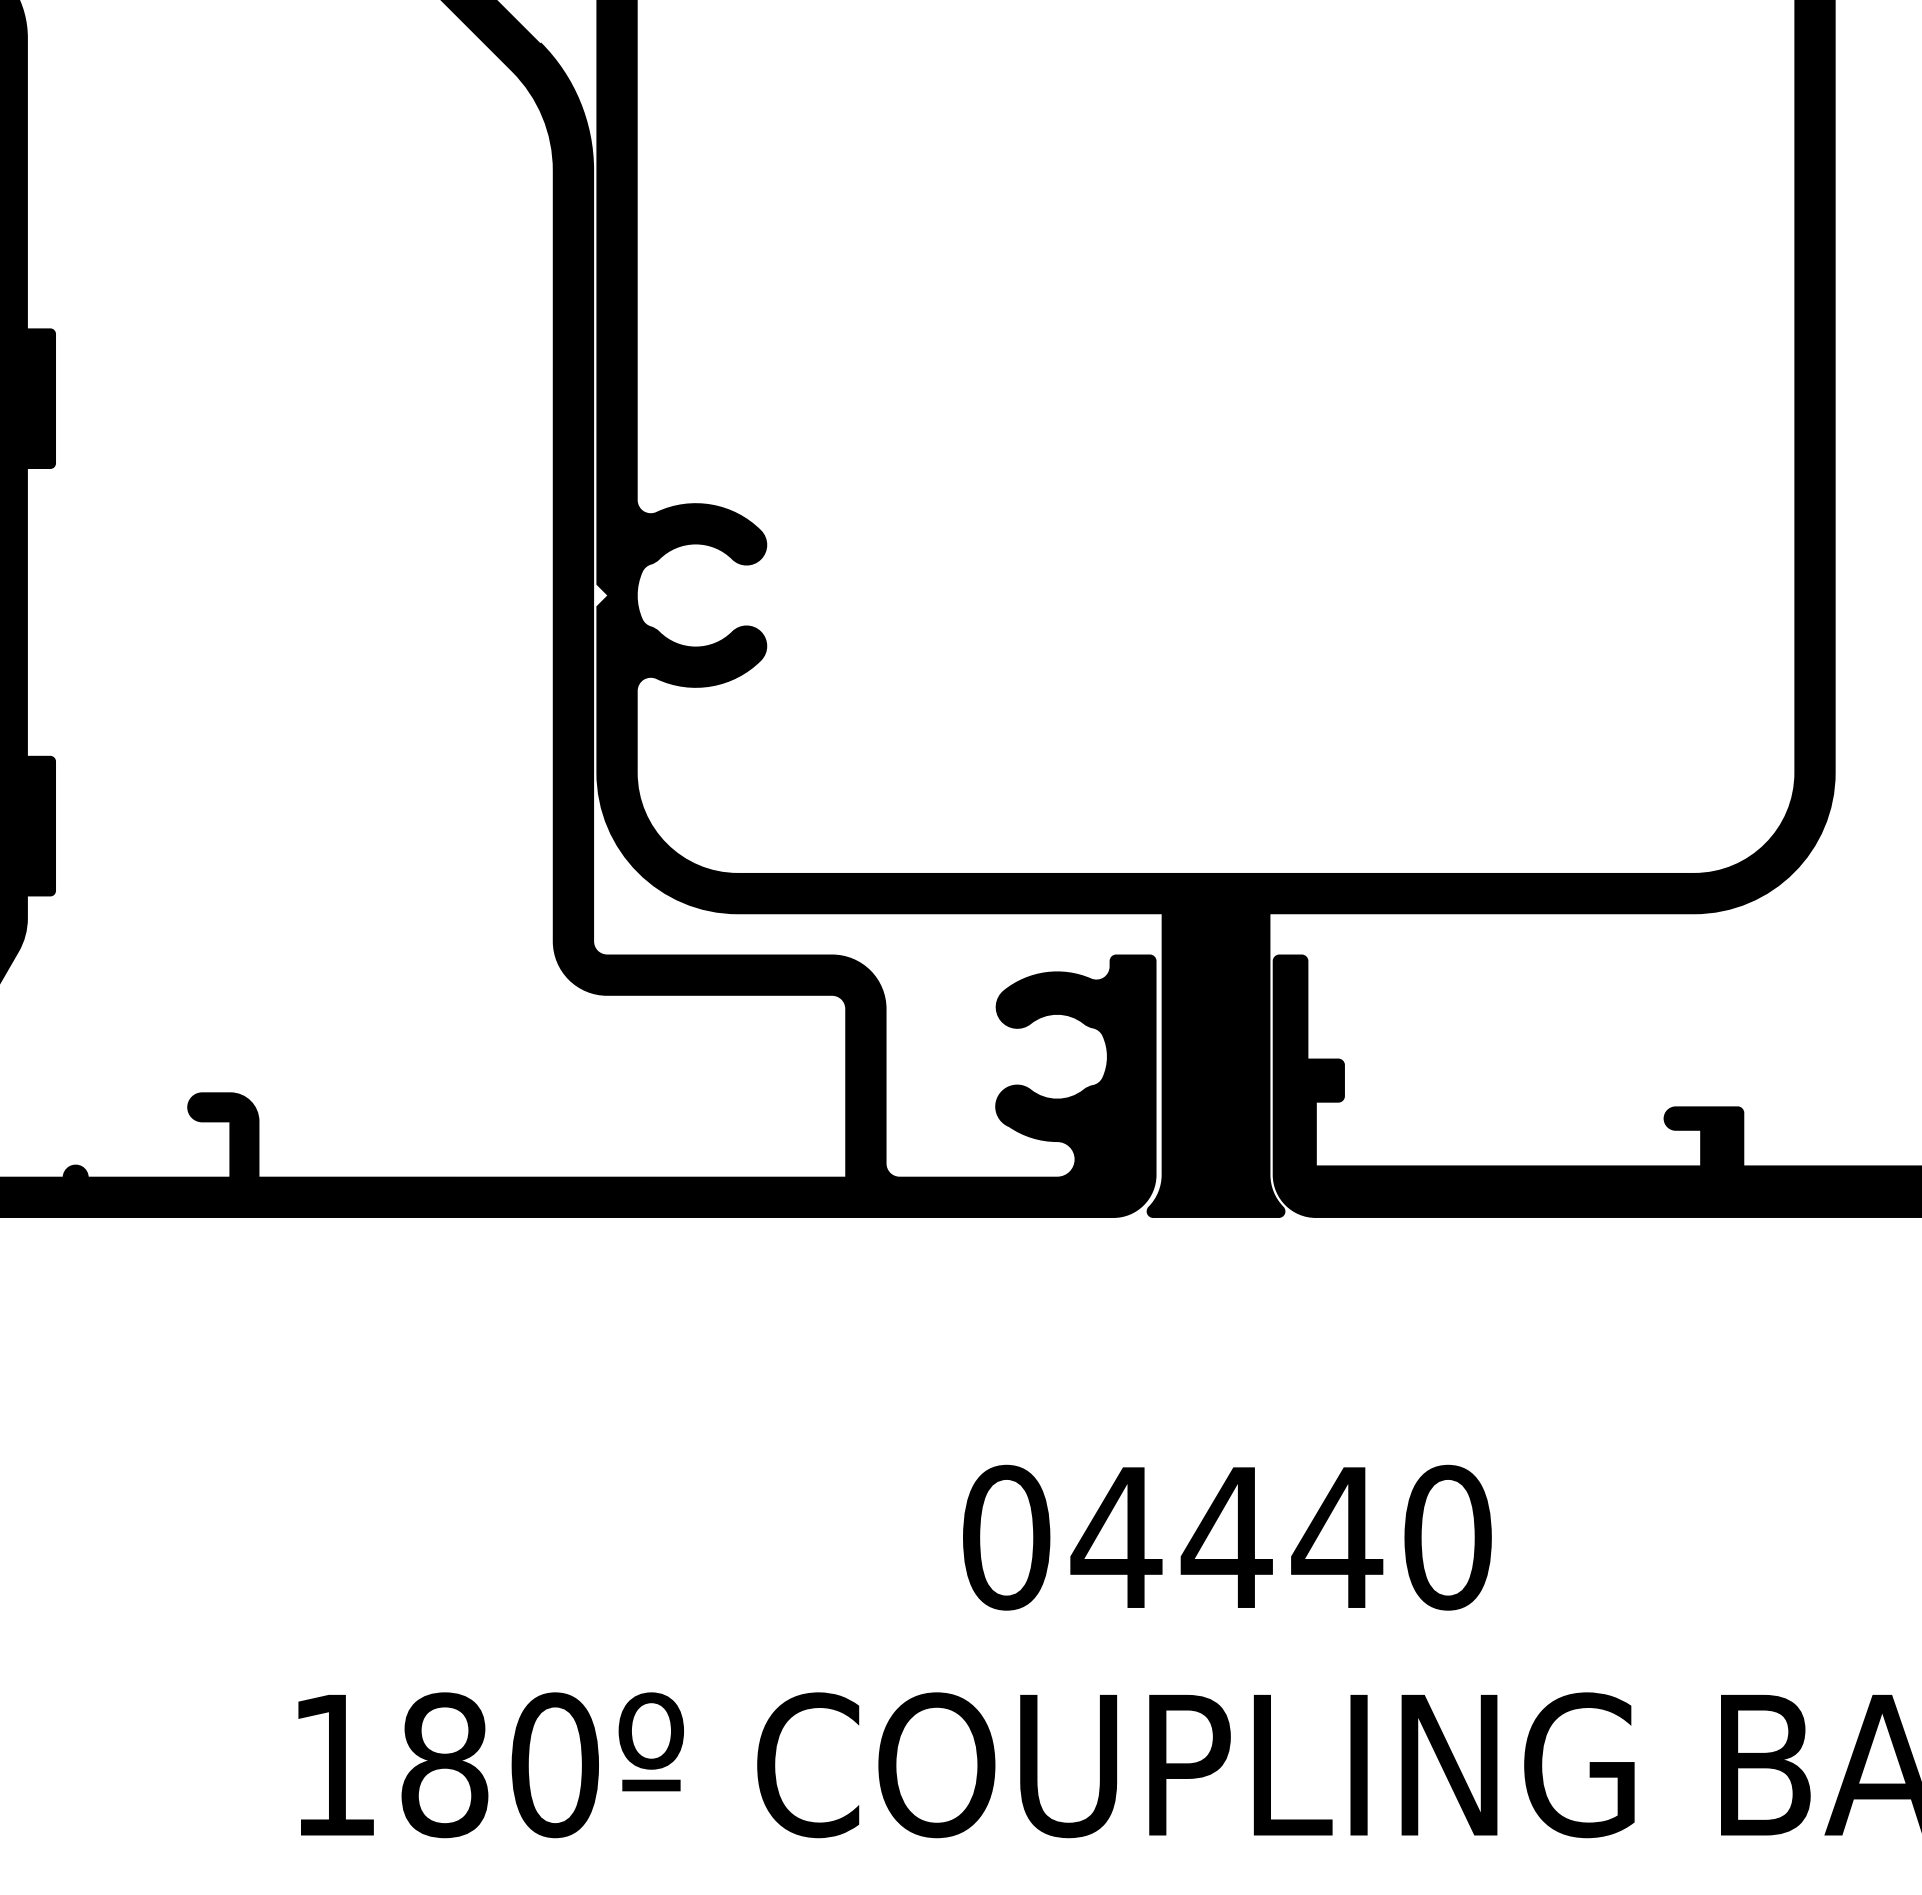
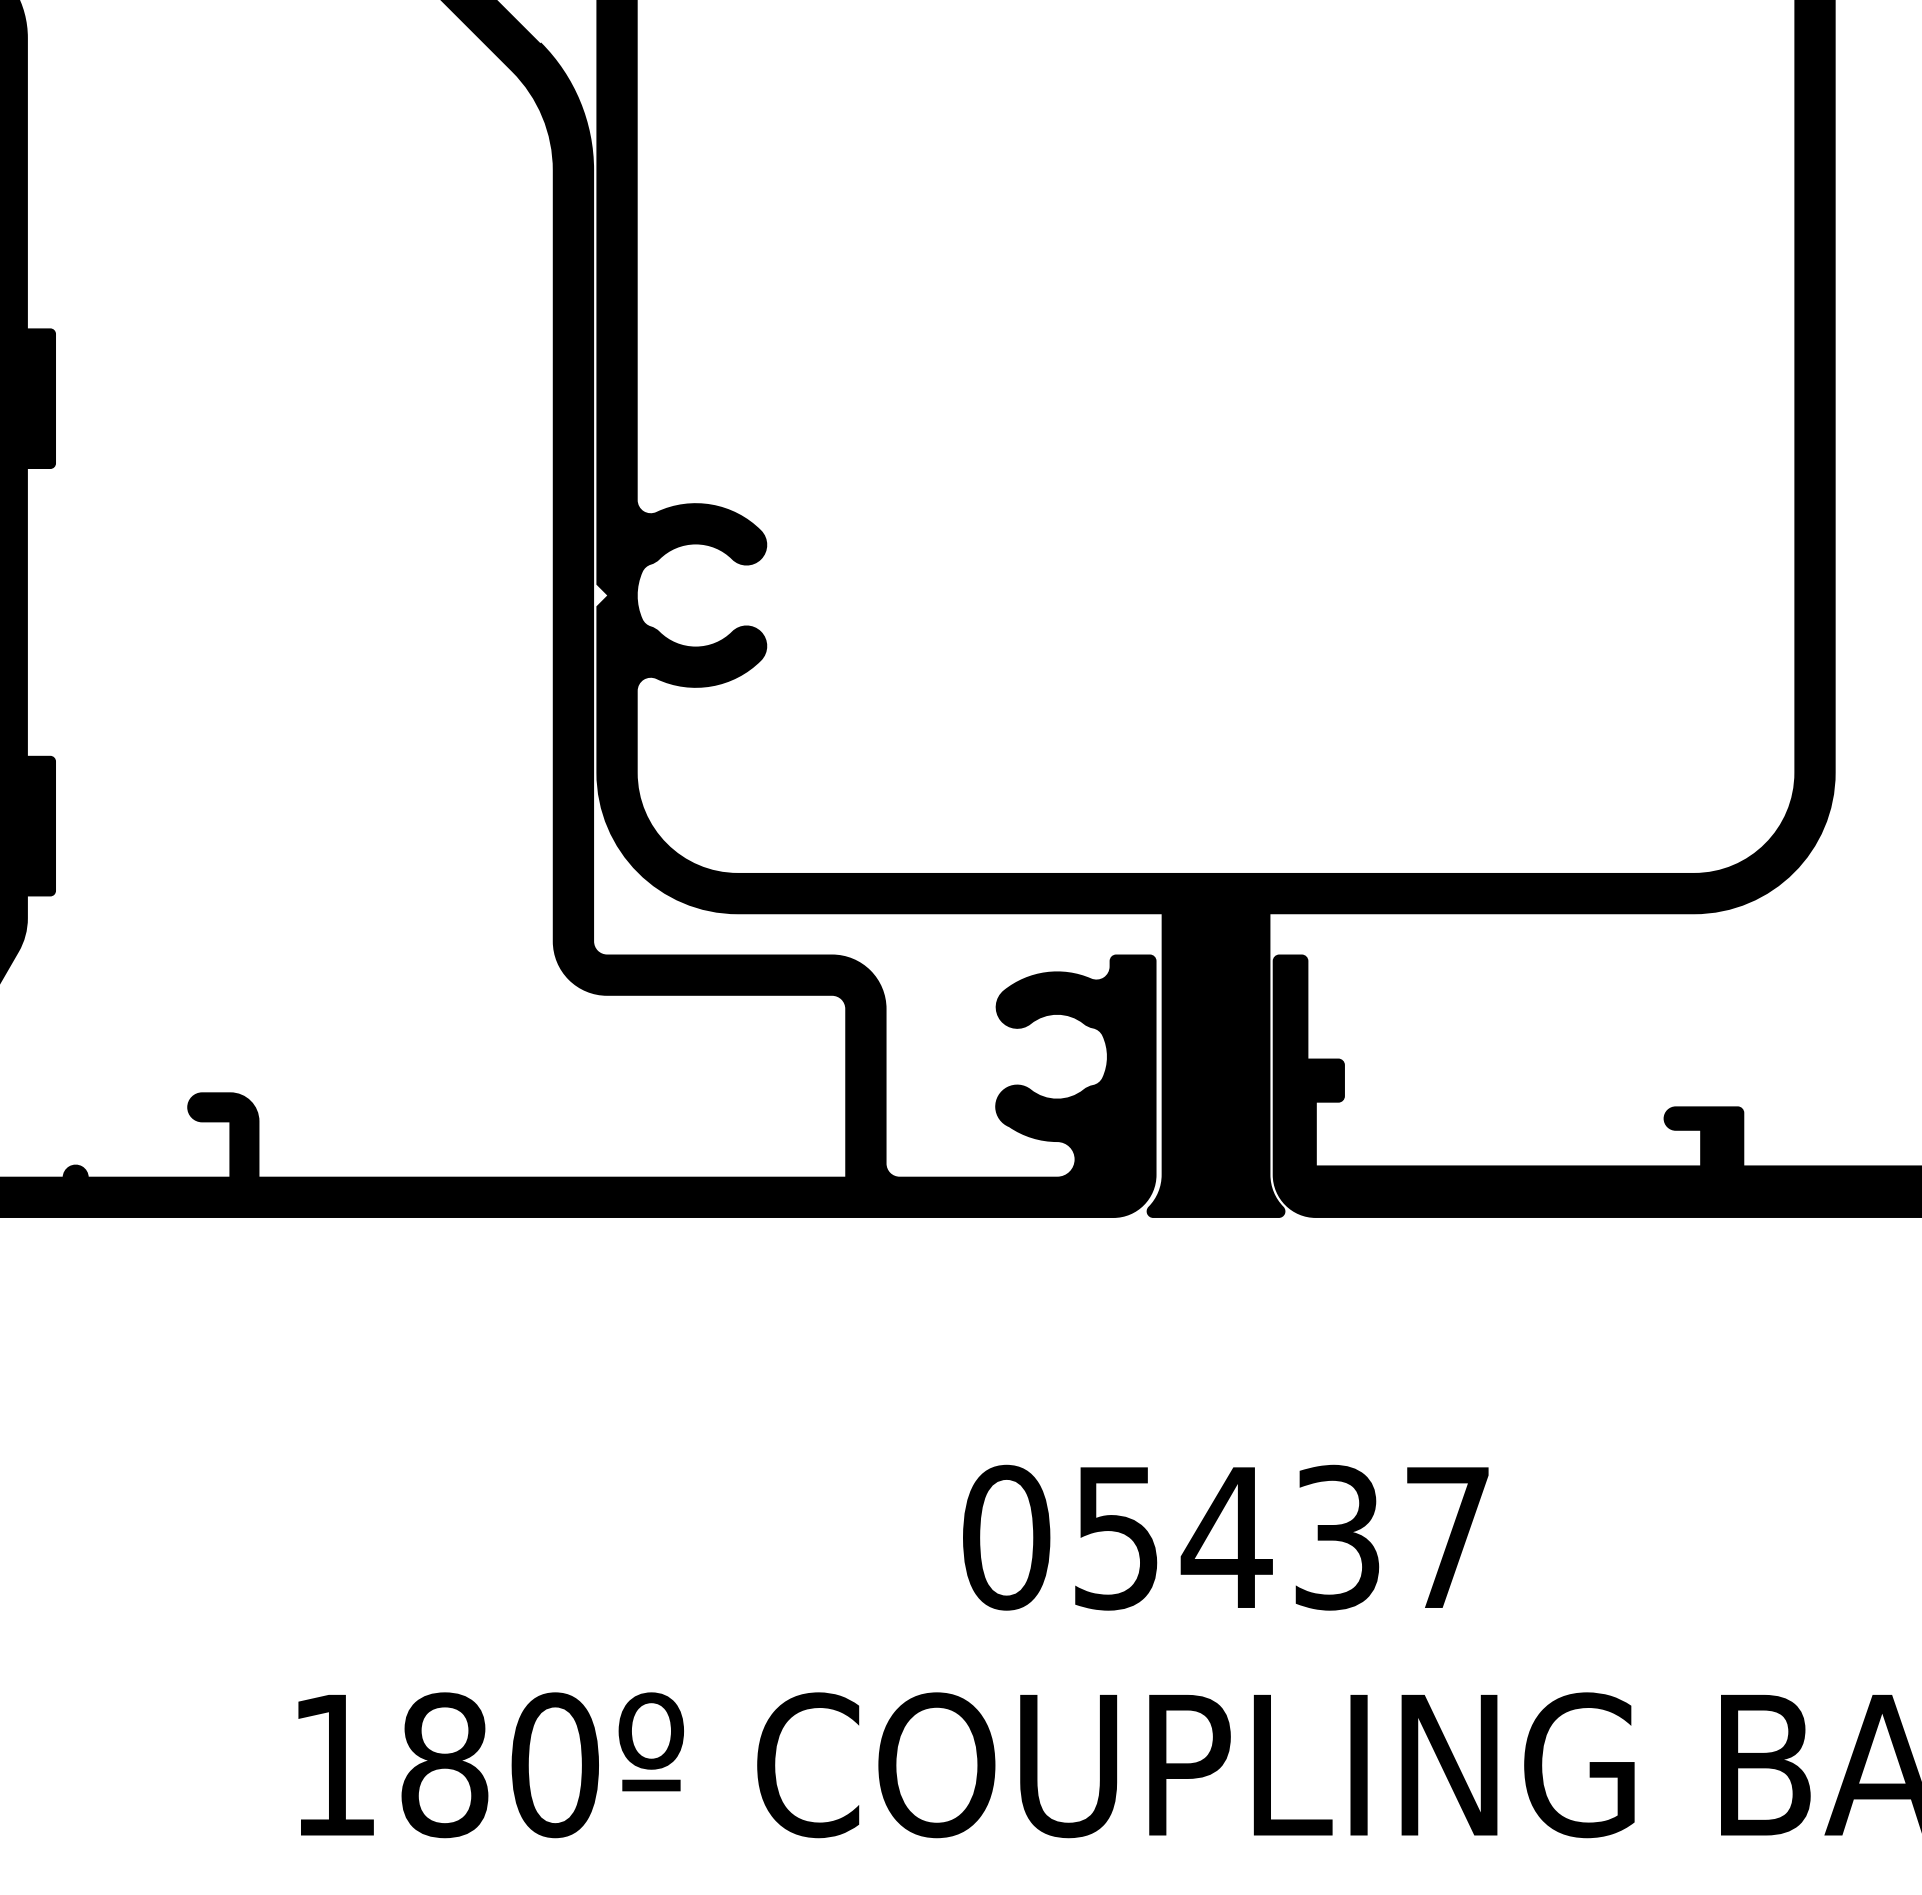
text at (1280, 1537): 04440 -> 05437
